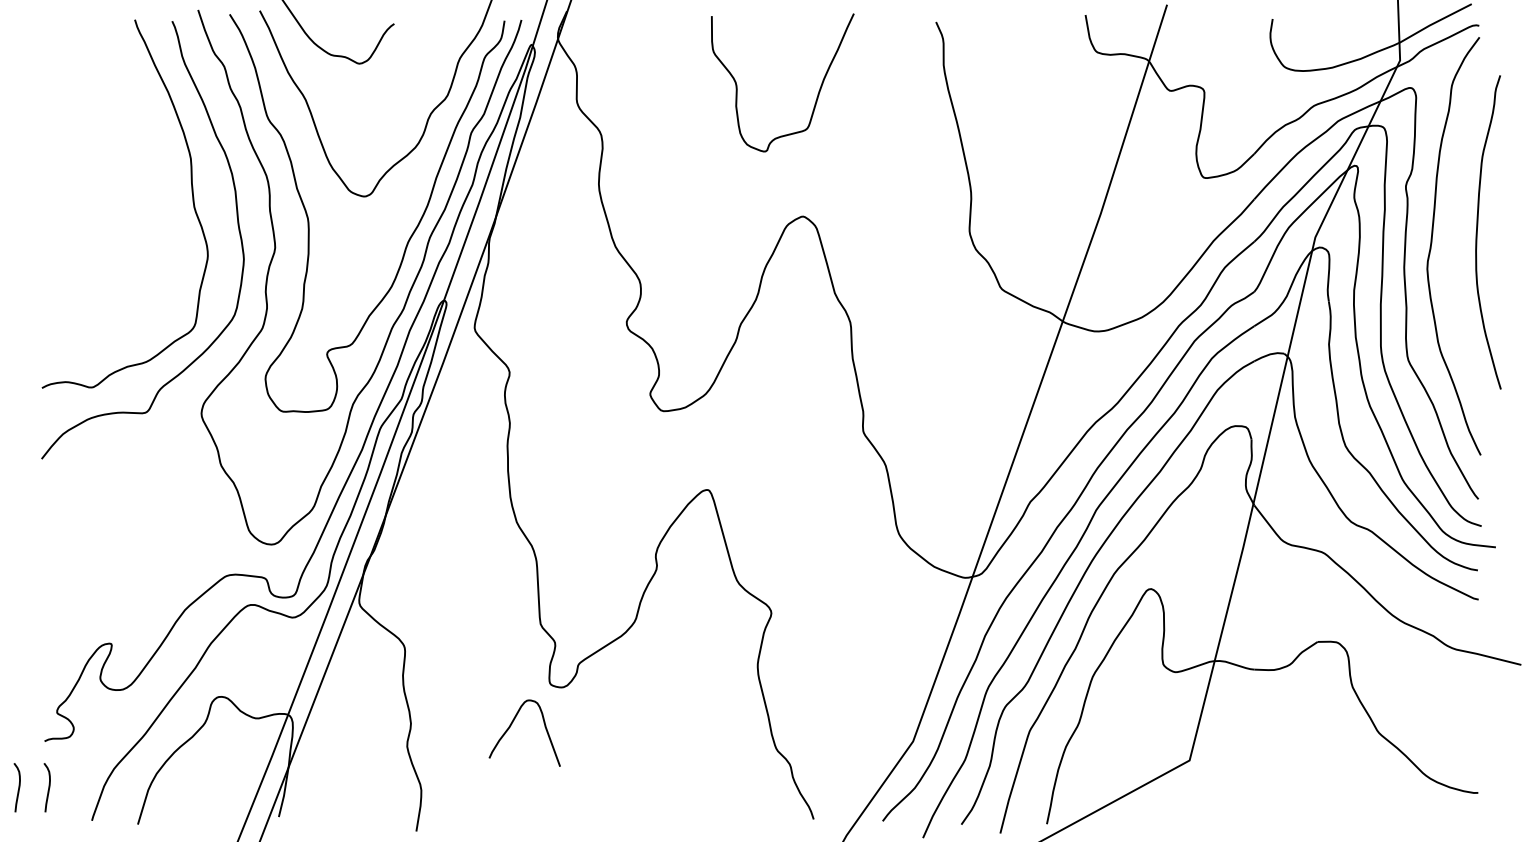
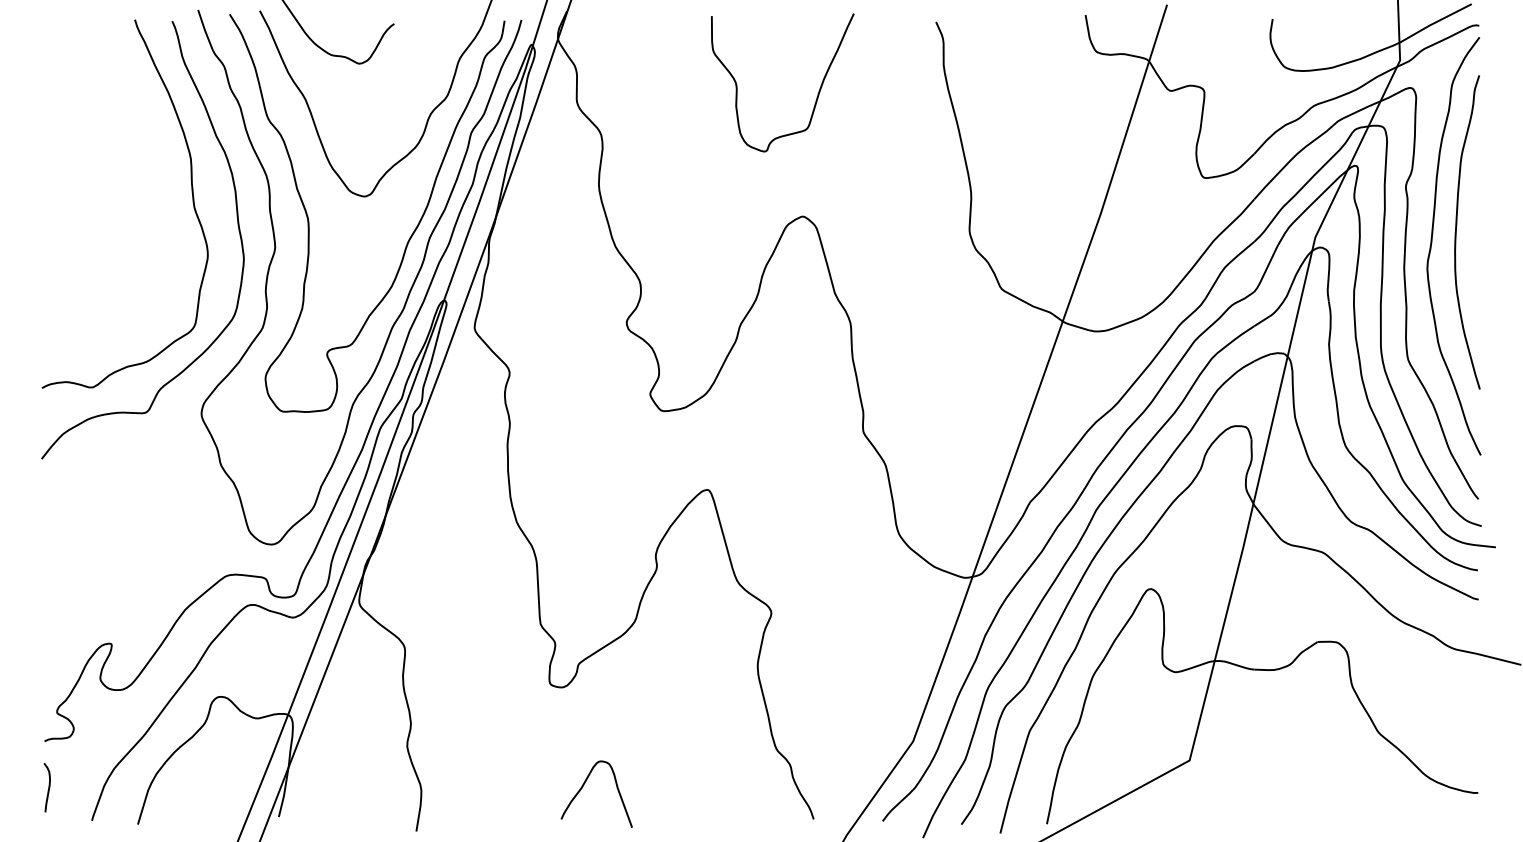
curve at (1477, 232) position: (1477, 232) -> (1456, 232)
curve at (512, 724) position: (512, 724) -> (584, 785)
curve at (18, 787): present -> none
